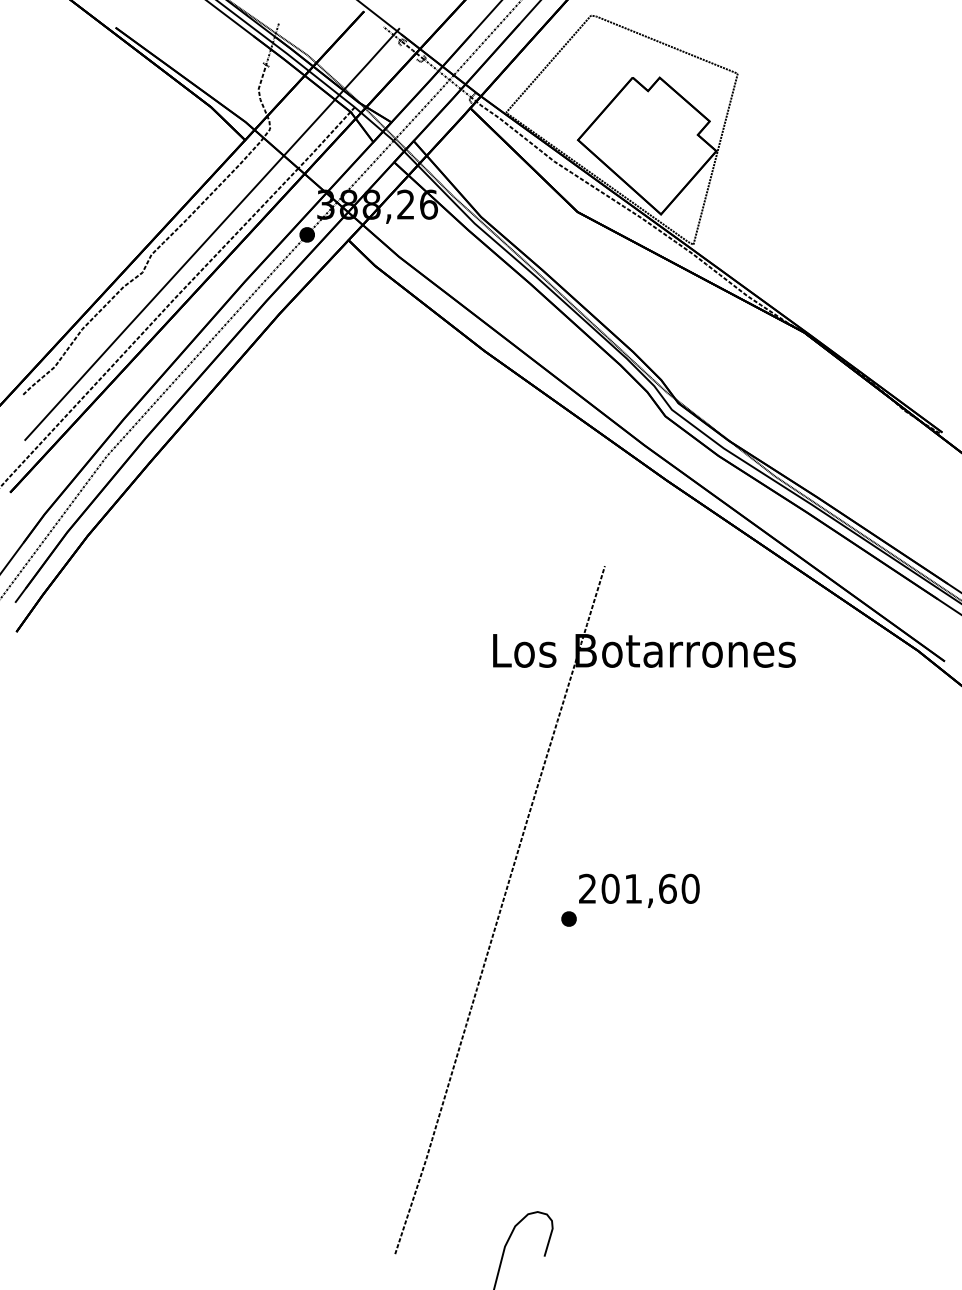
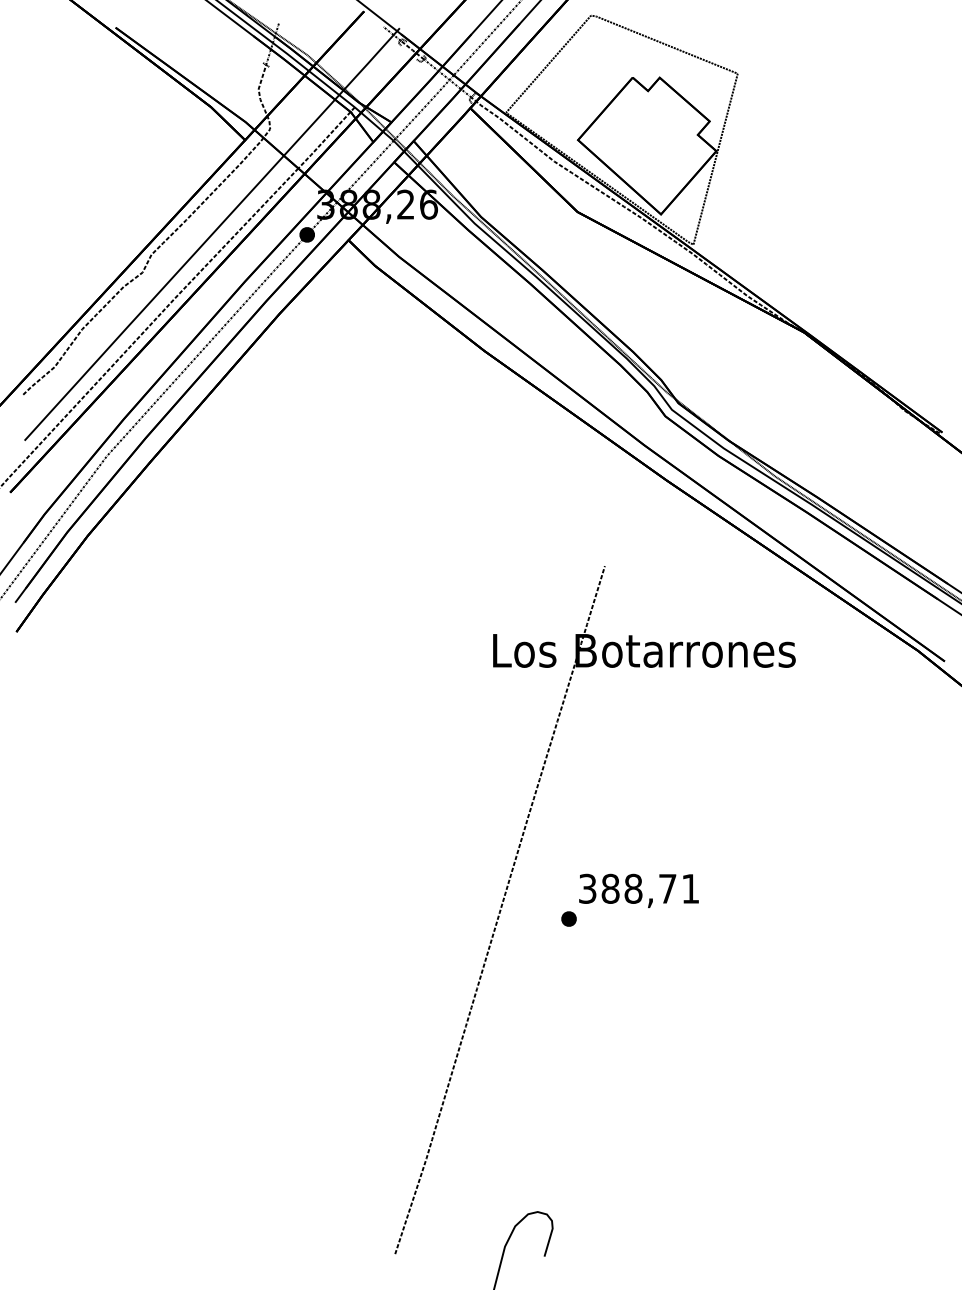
text at (639, 888): 201,60 -> 388,71
